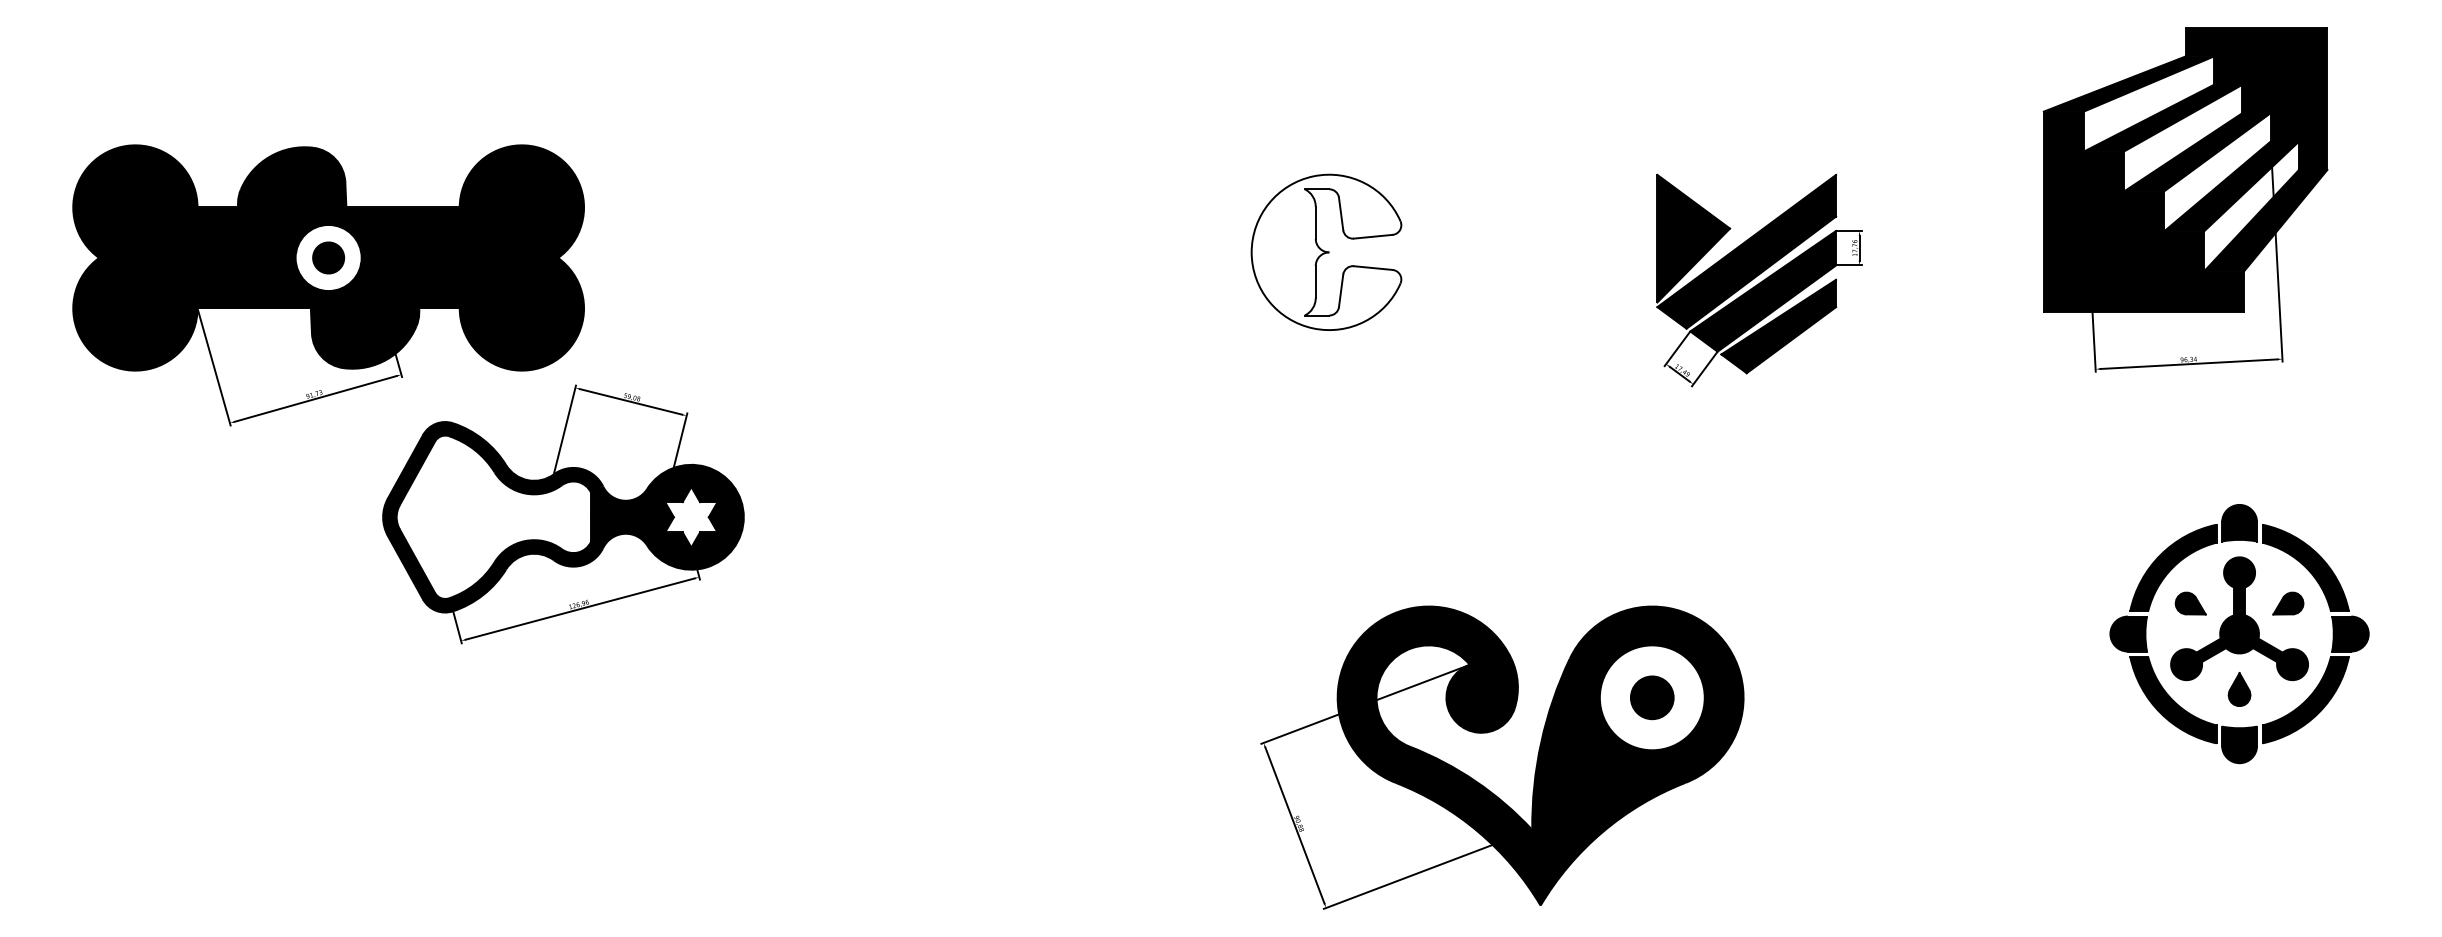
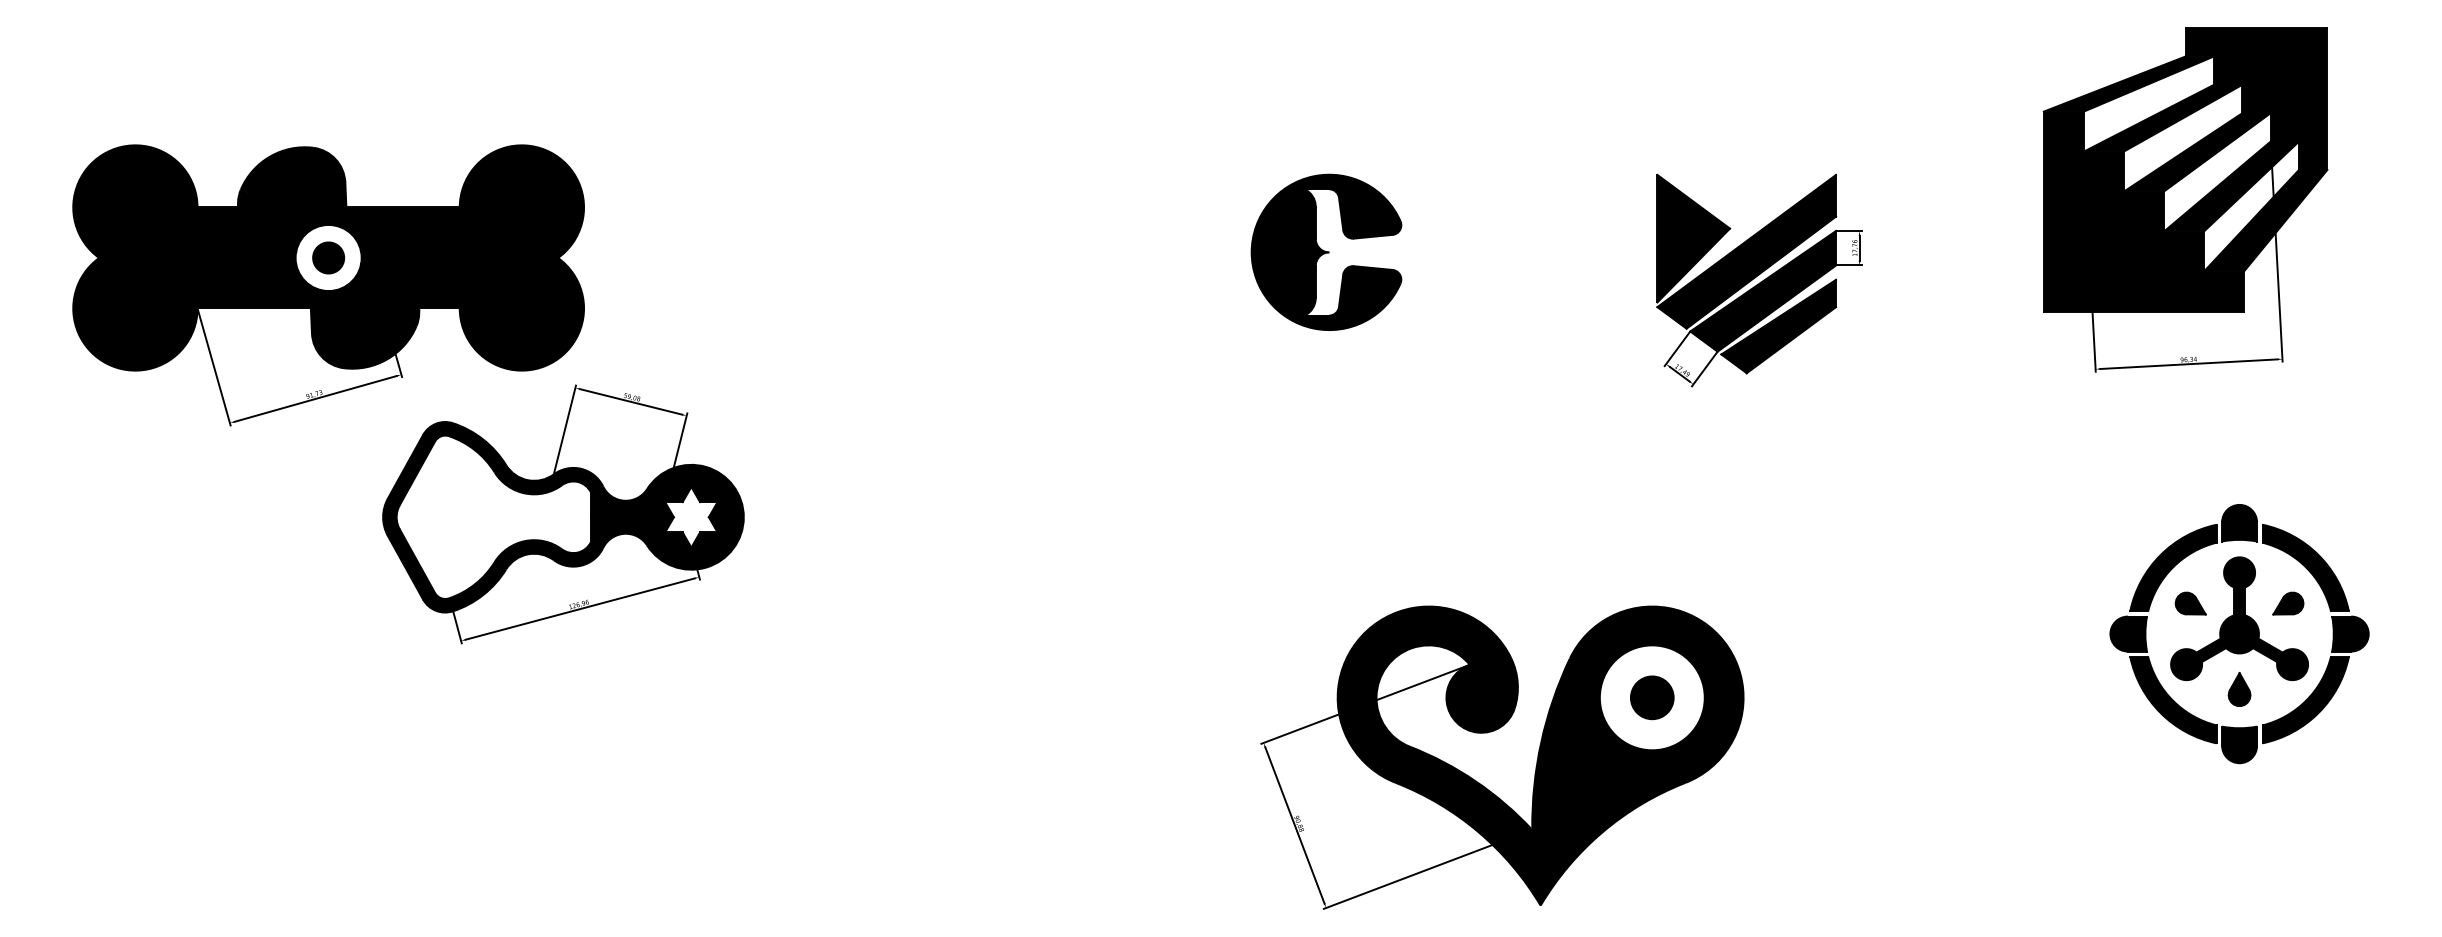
fill at (1326, 252): none -> present
